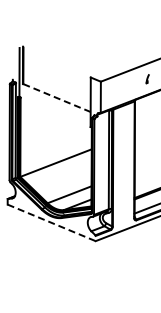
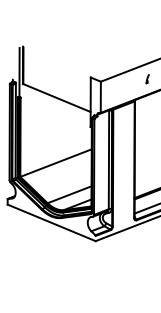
line at (57, 98): dashed -> solid
line at (51, 222): dashed -> solid
